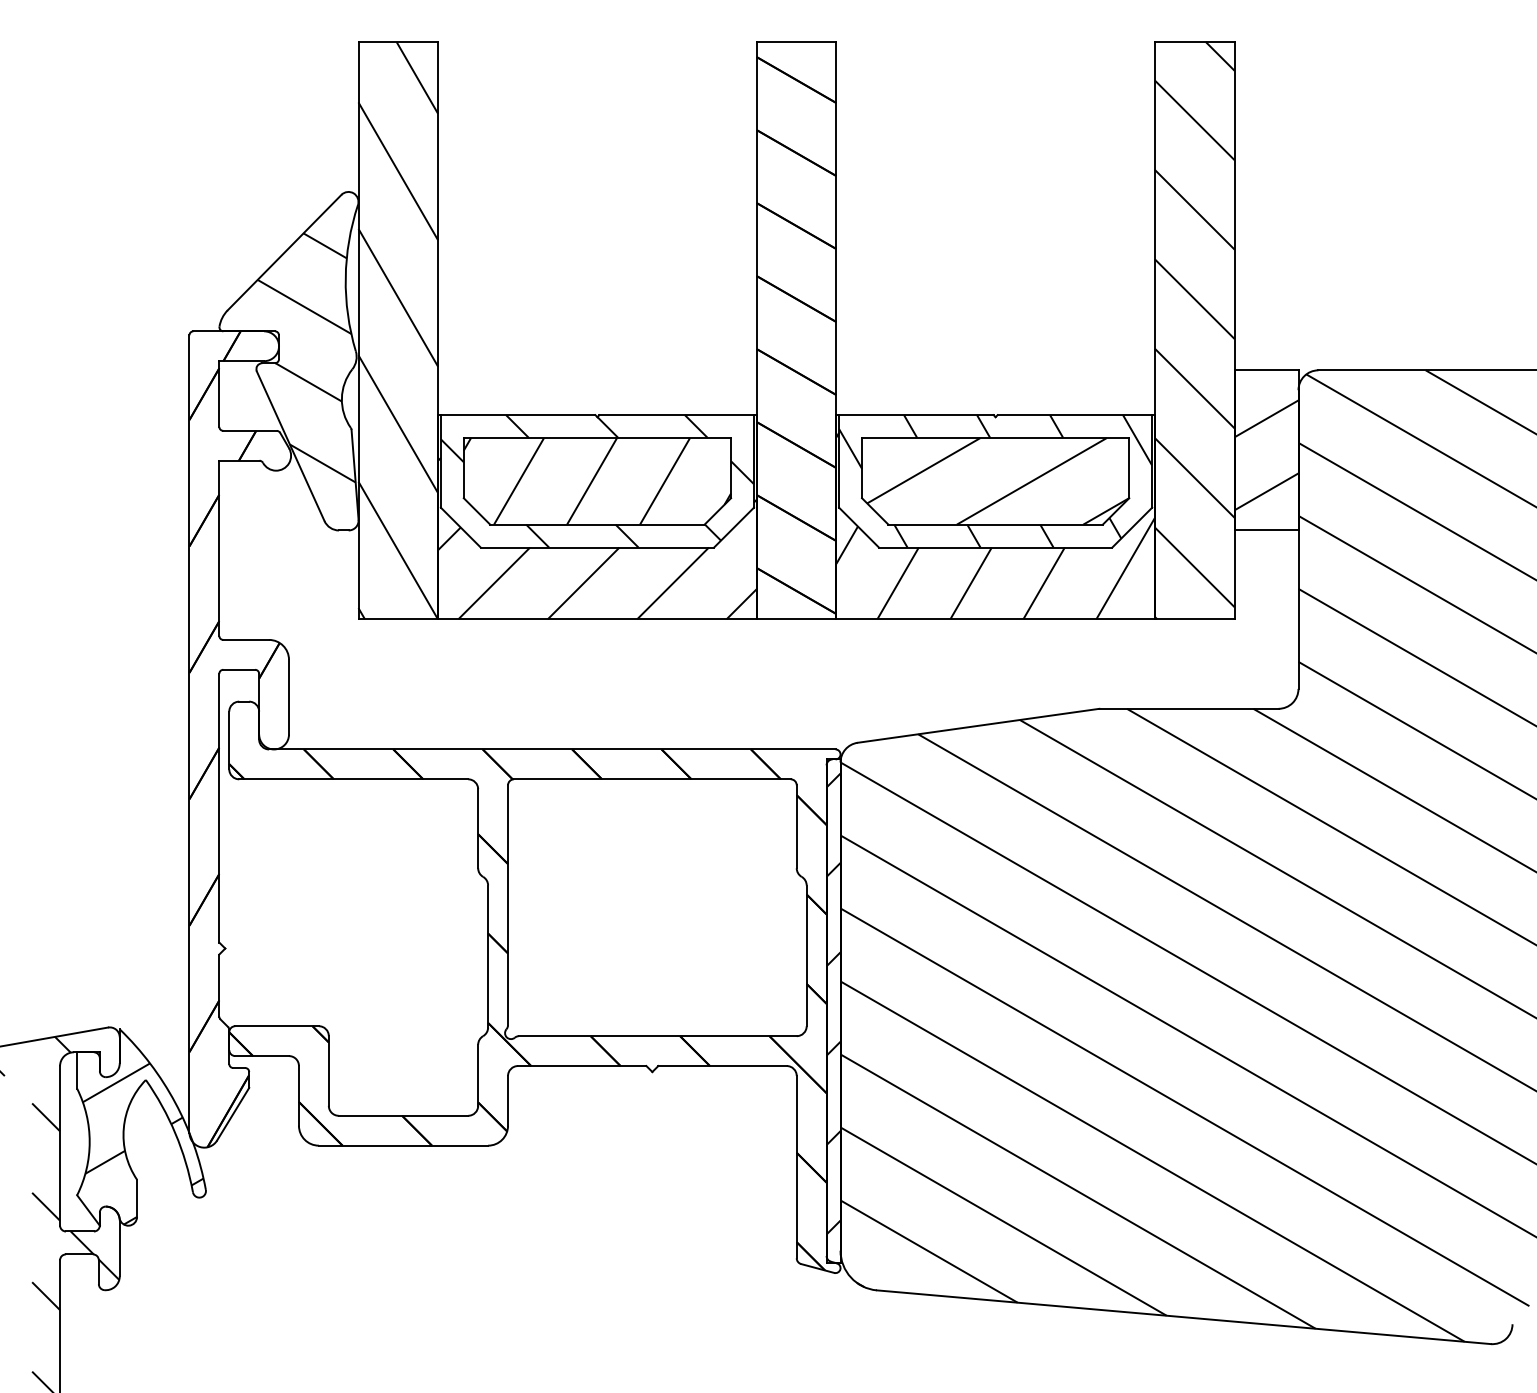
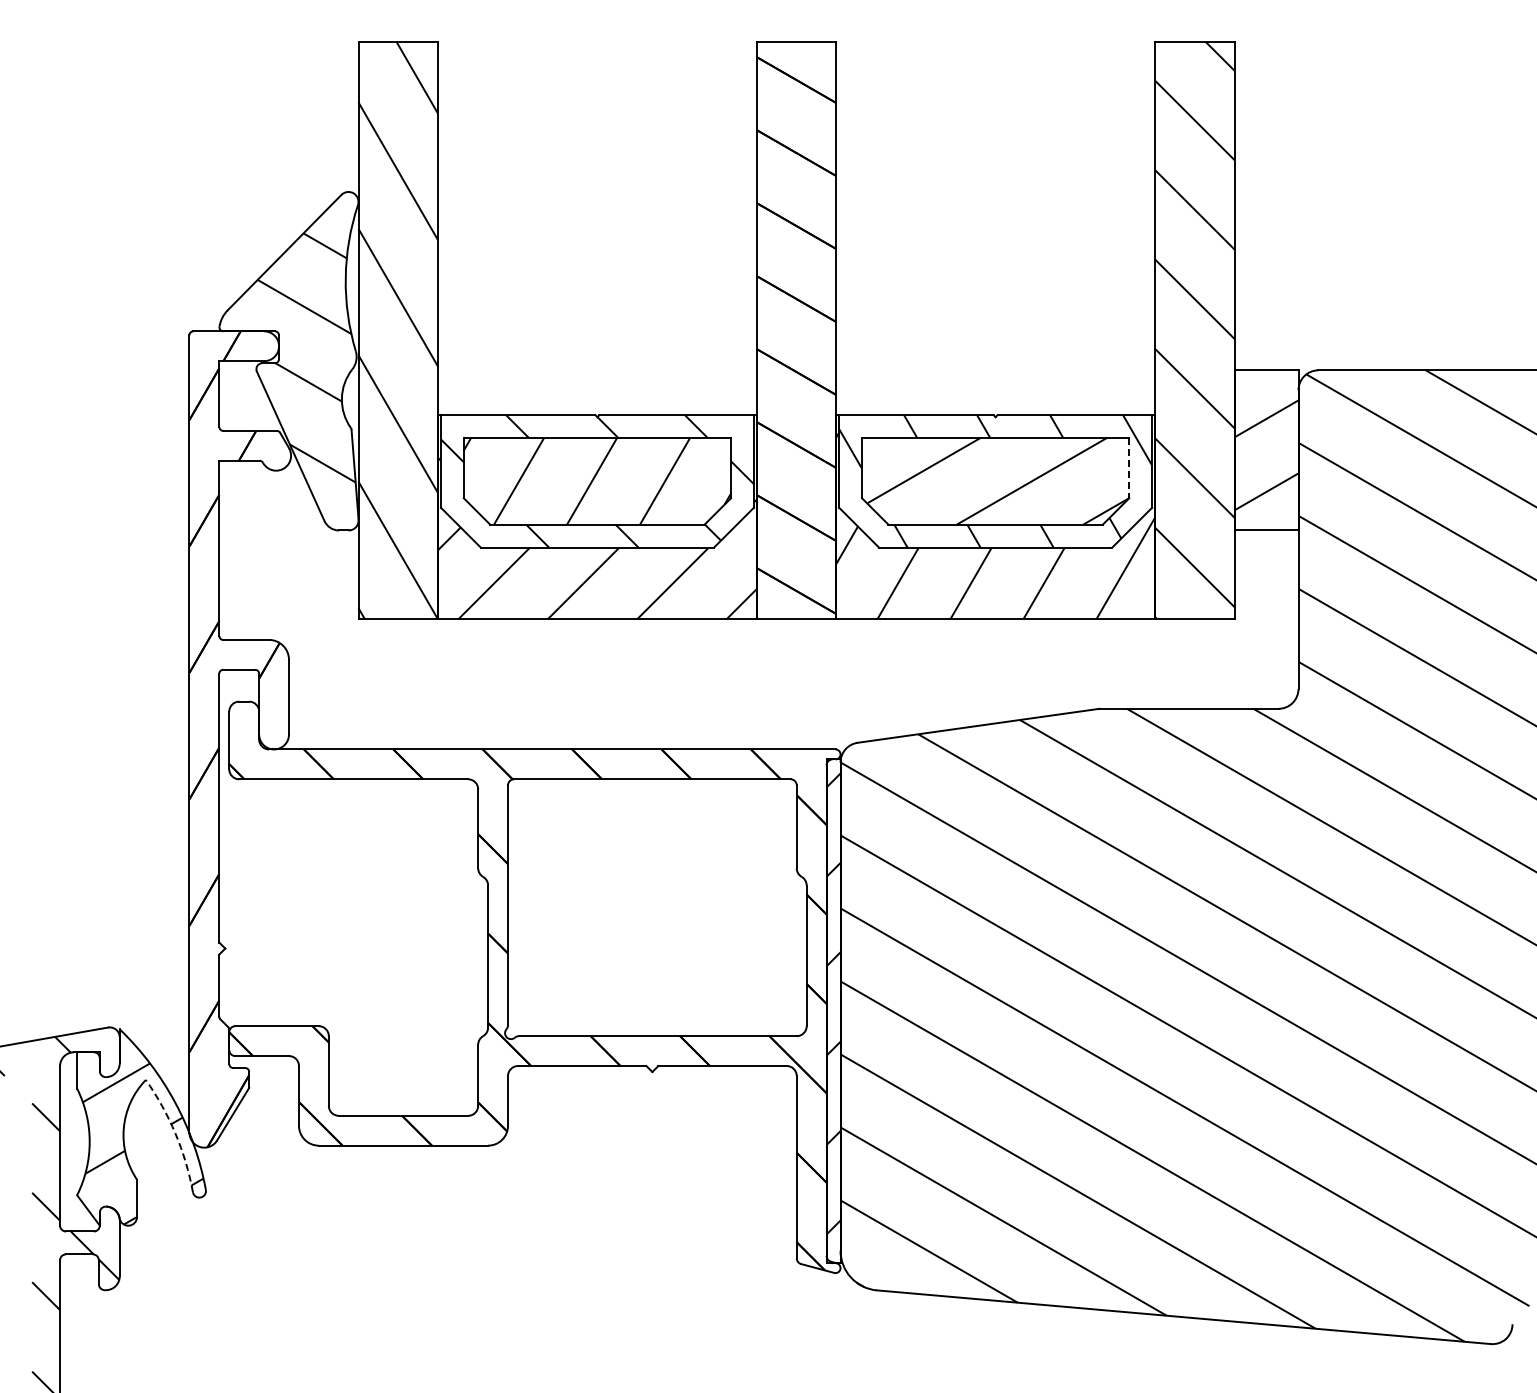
line at (1129, 468): solid -> dashed
arc at (175, 1133): solid -> dashed
